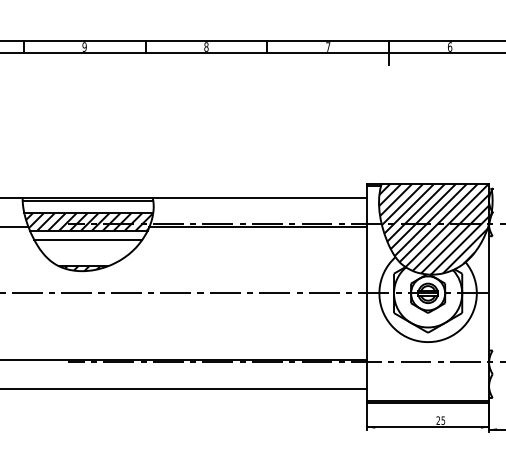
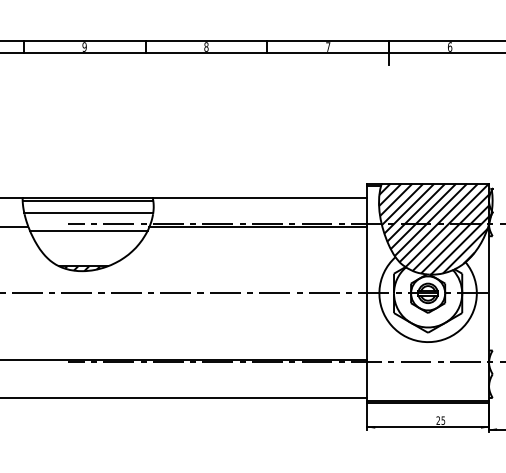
hatch at (89, 221): present -> none
line at (88, 239): present -> none
line at (184, 388) position: (184, 388) -> (184, 397)
